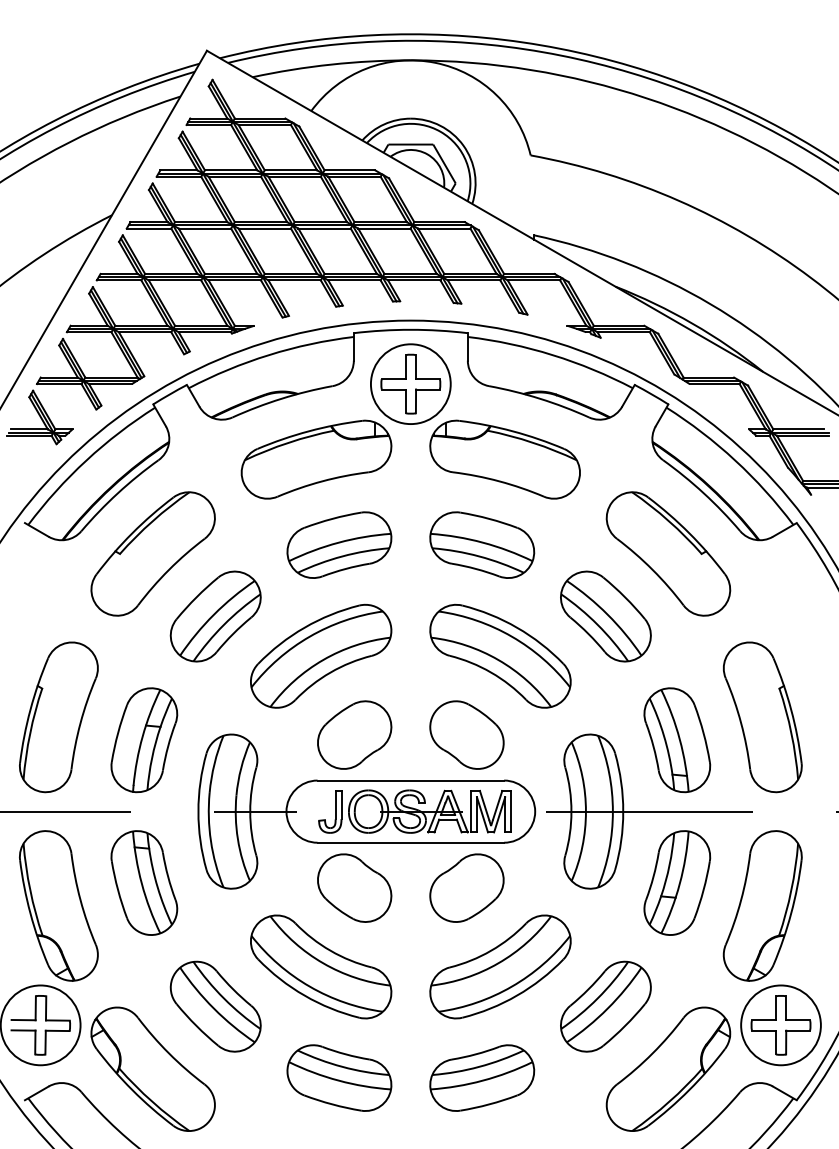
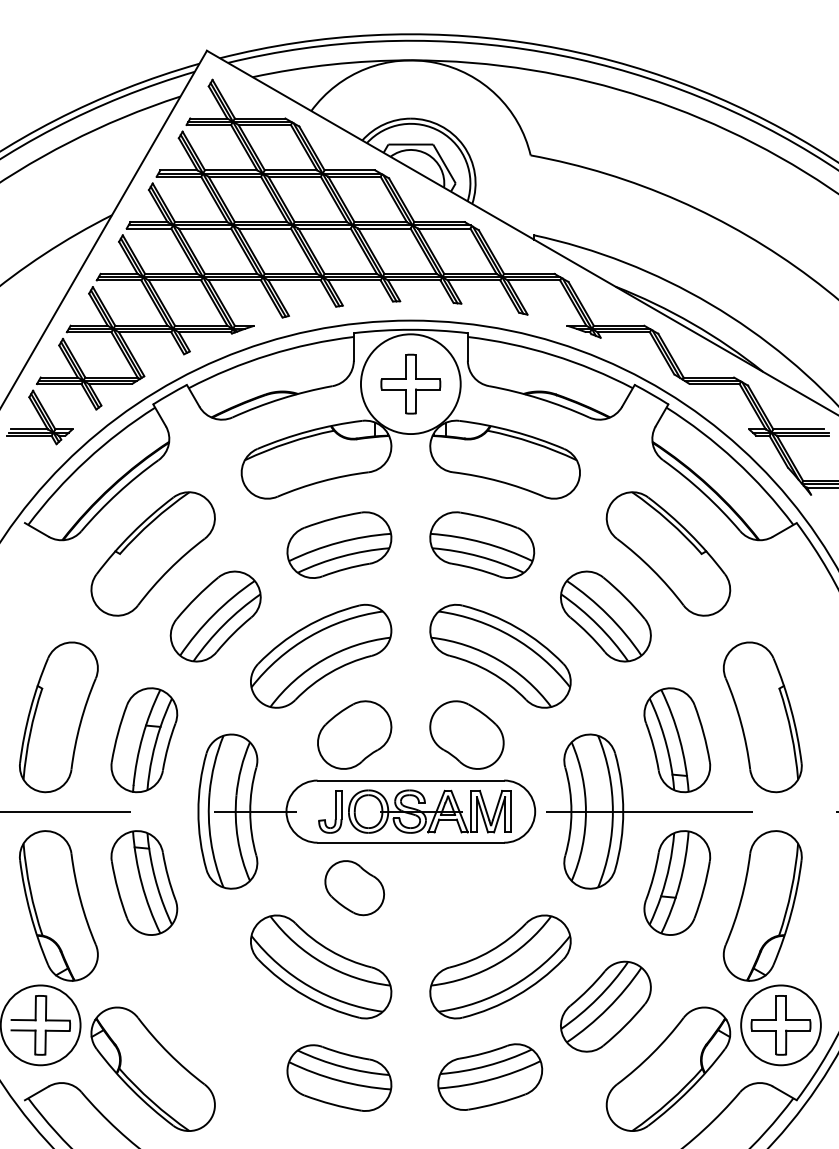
circle at (410, 384) diameter: 80 px -> 100 px
part at (354, 887) size: 76x70 px -> 61x57 px
part at (466, 887): present -> none
part at (215, 1006): present -> none
part at (482, 1077) position: (482, 1077) -> (490, 1076)
